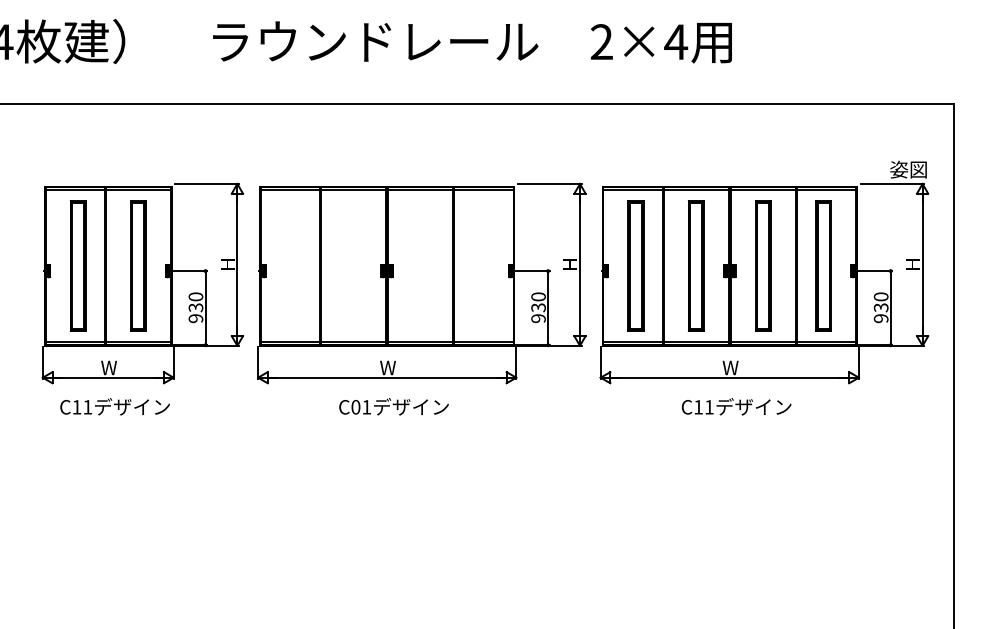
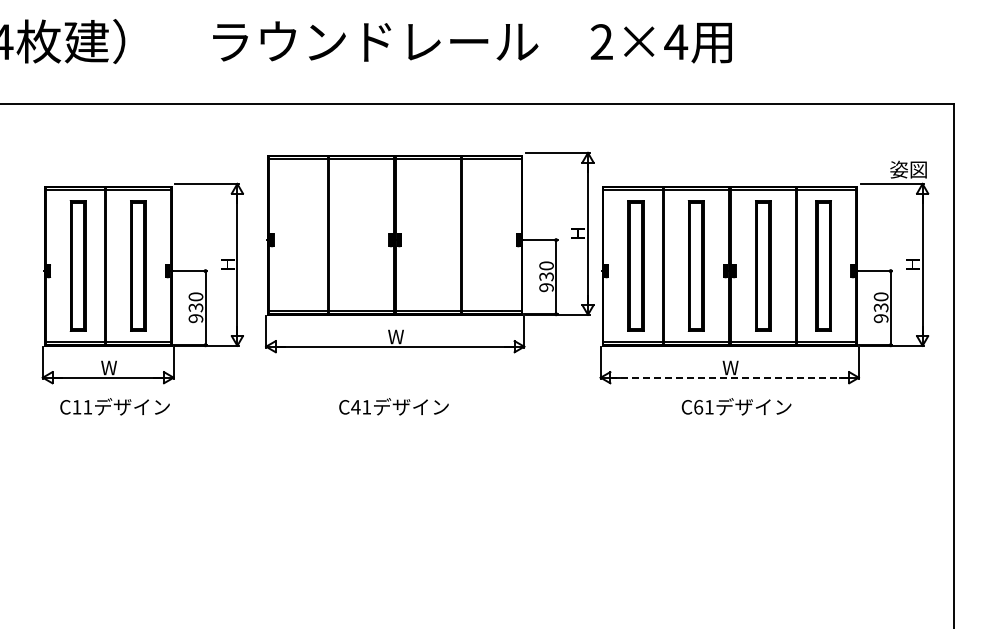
part at (421, 283) position: (421, 283) -> (429, 252)
line at (729, 377): solid -> dashed
text at (355, 407): C01 -> C41
text at (698, 407): C11 -> C61
